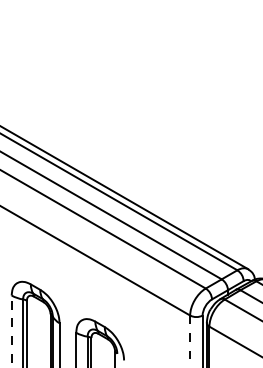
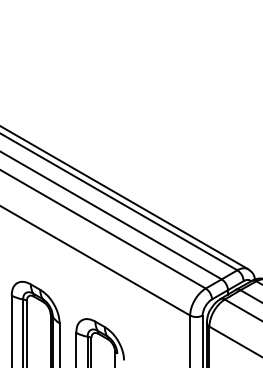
line at (11, 331): dashed -> solid
line at (190, 341): dashed -> solid
